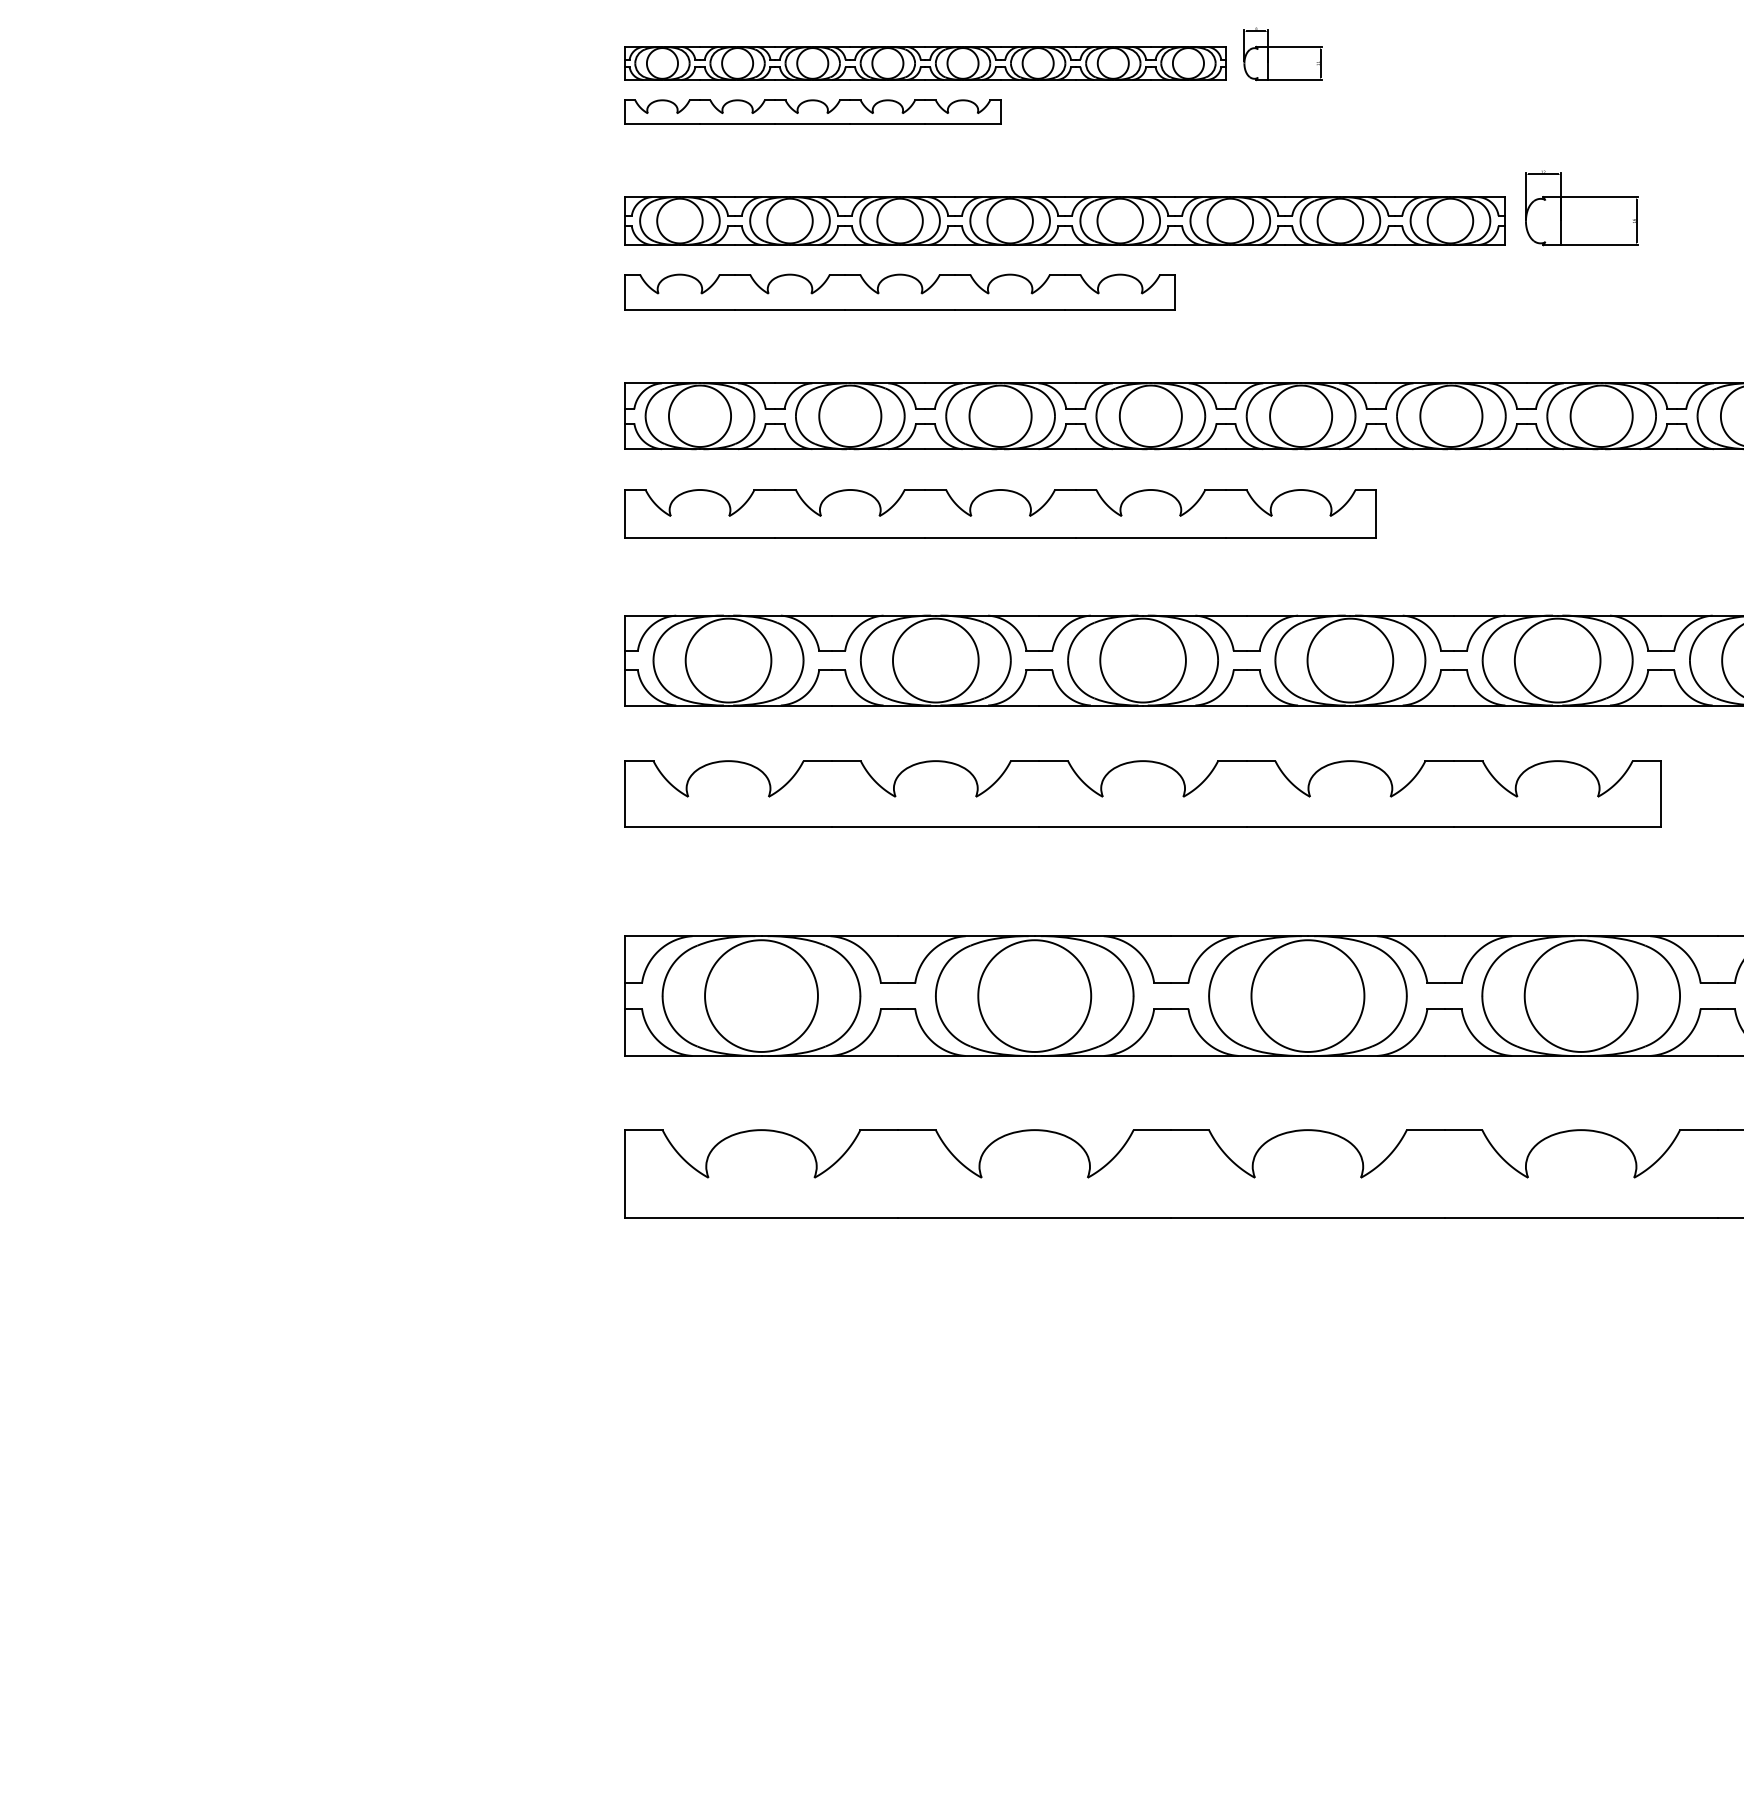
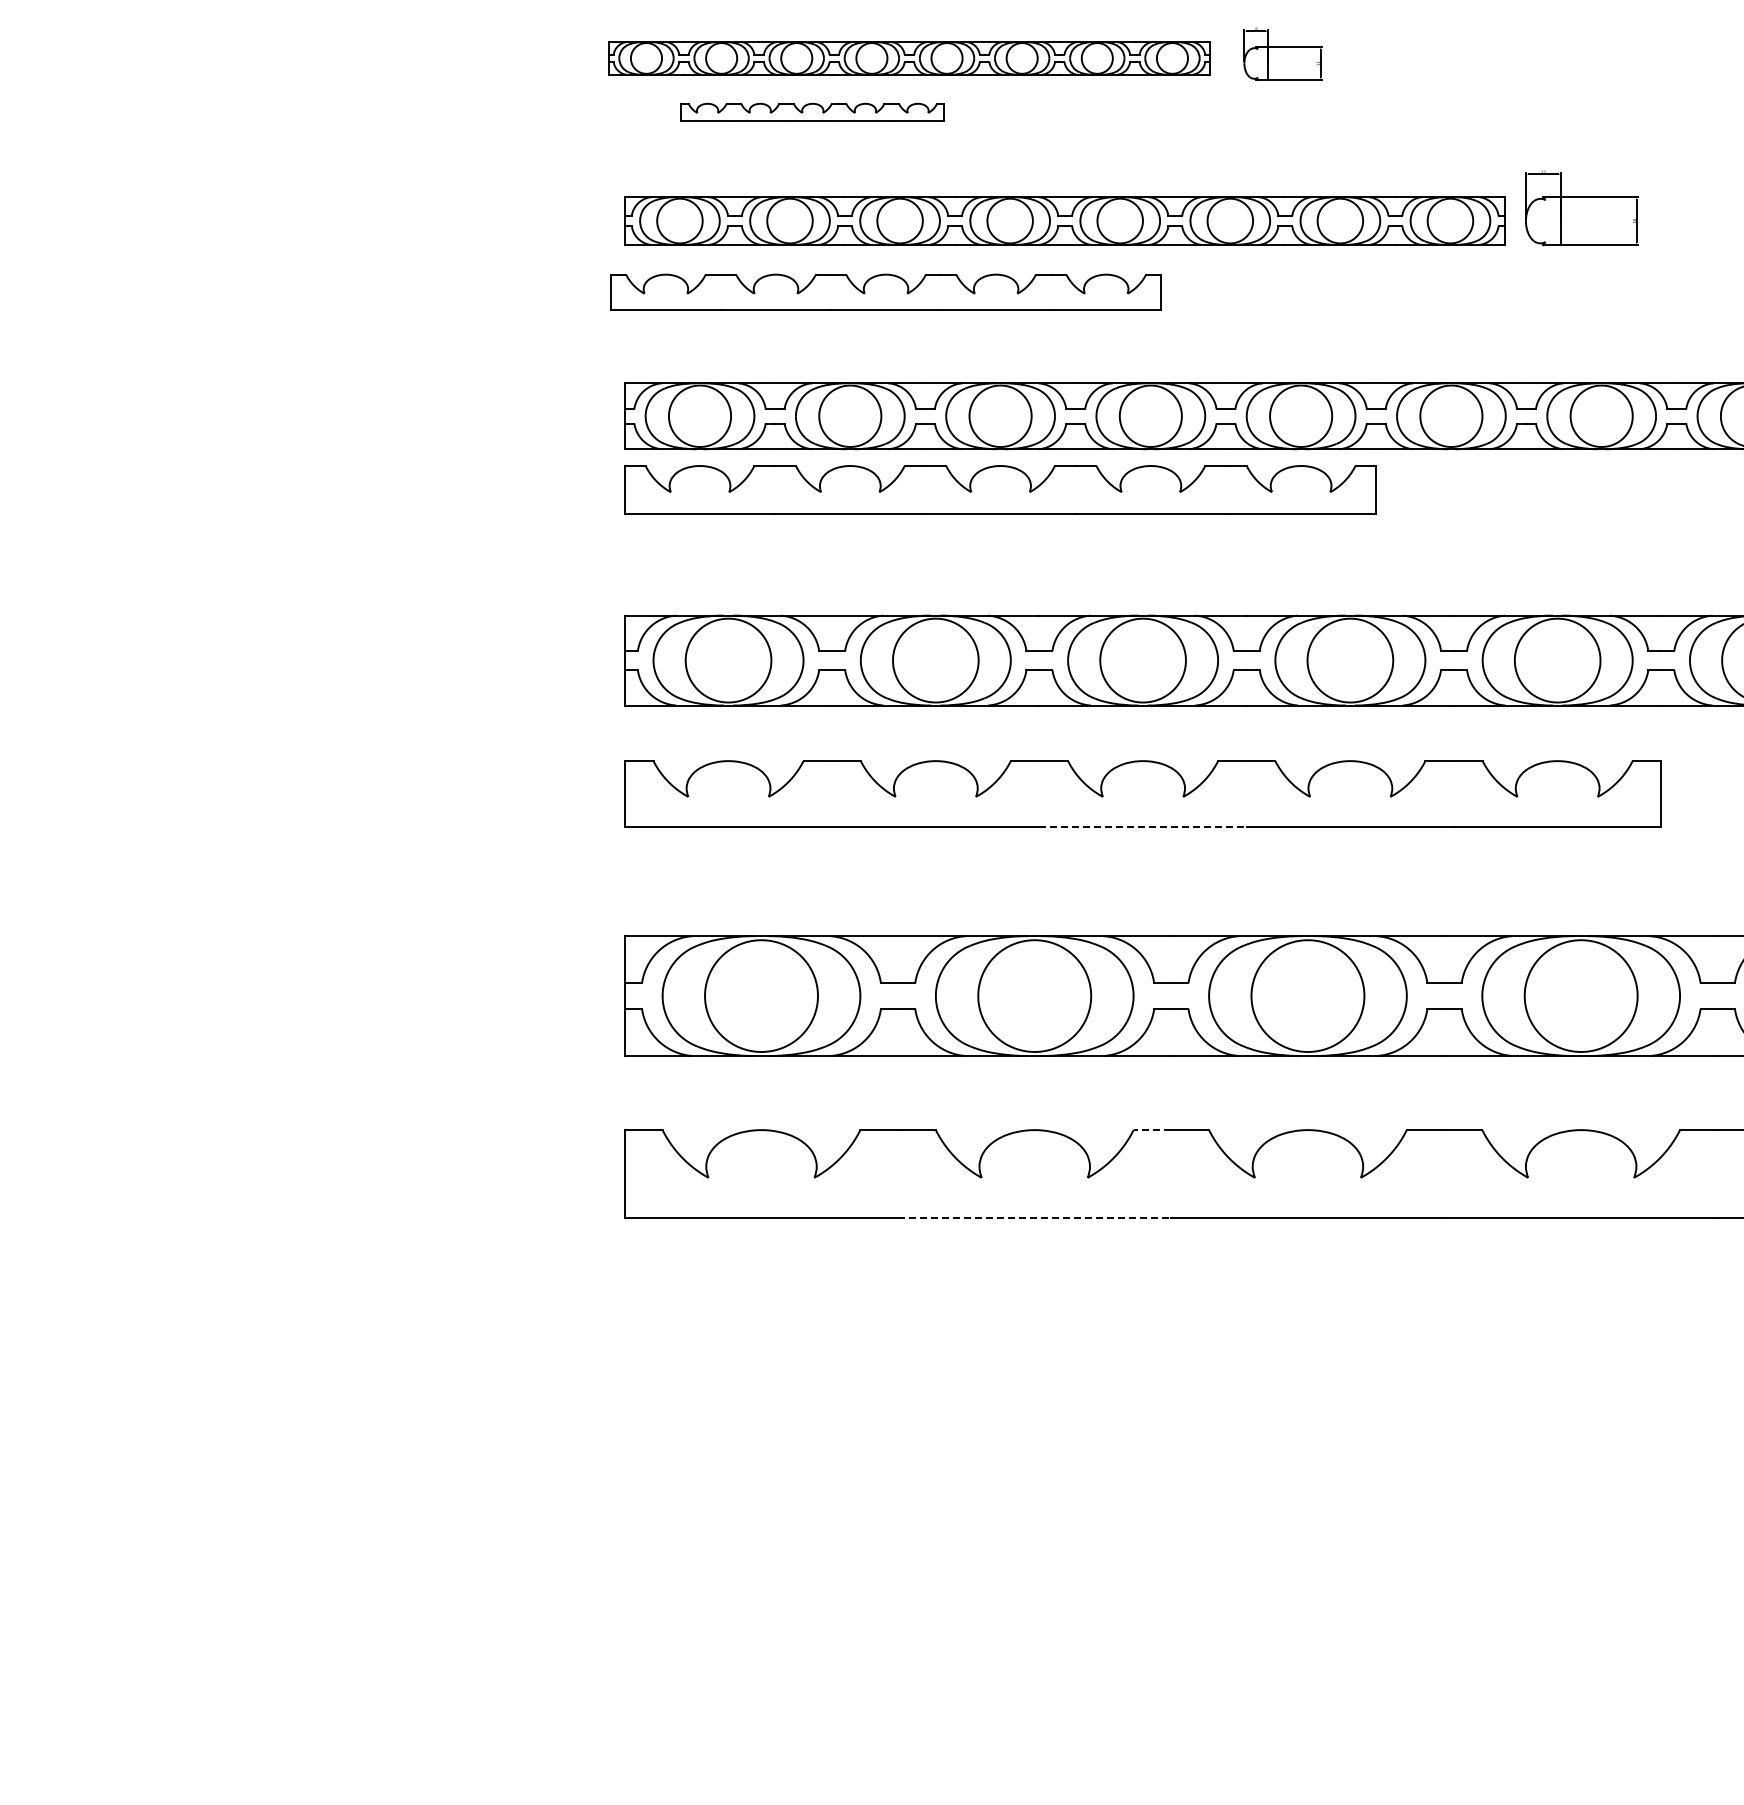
part at (925, 63) position: (925, 63) -> (909, 58)
part at (812, 111) size: 378x26 px -> 265x20 px
part at (899, 291) position: (899, 291) -> (885, 291)
part at (1000, 513) position: (1000, 513) -> (1000, 489)
line at (1143, 826): solid -> dashed
line at (1152, 1130): solid -> dashed
line at (1034, 1217): solid -> dashed
